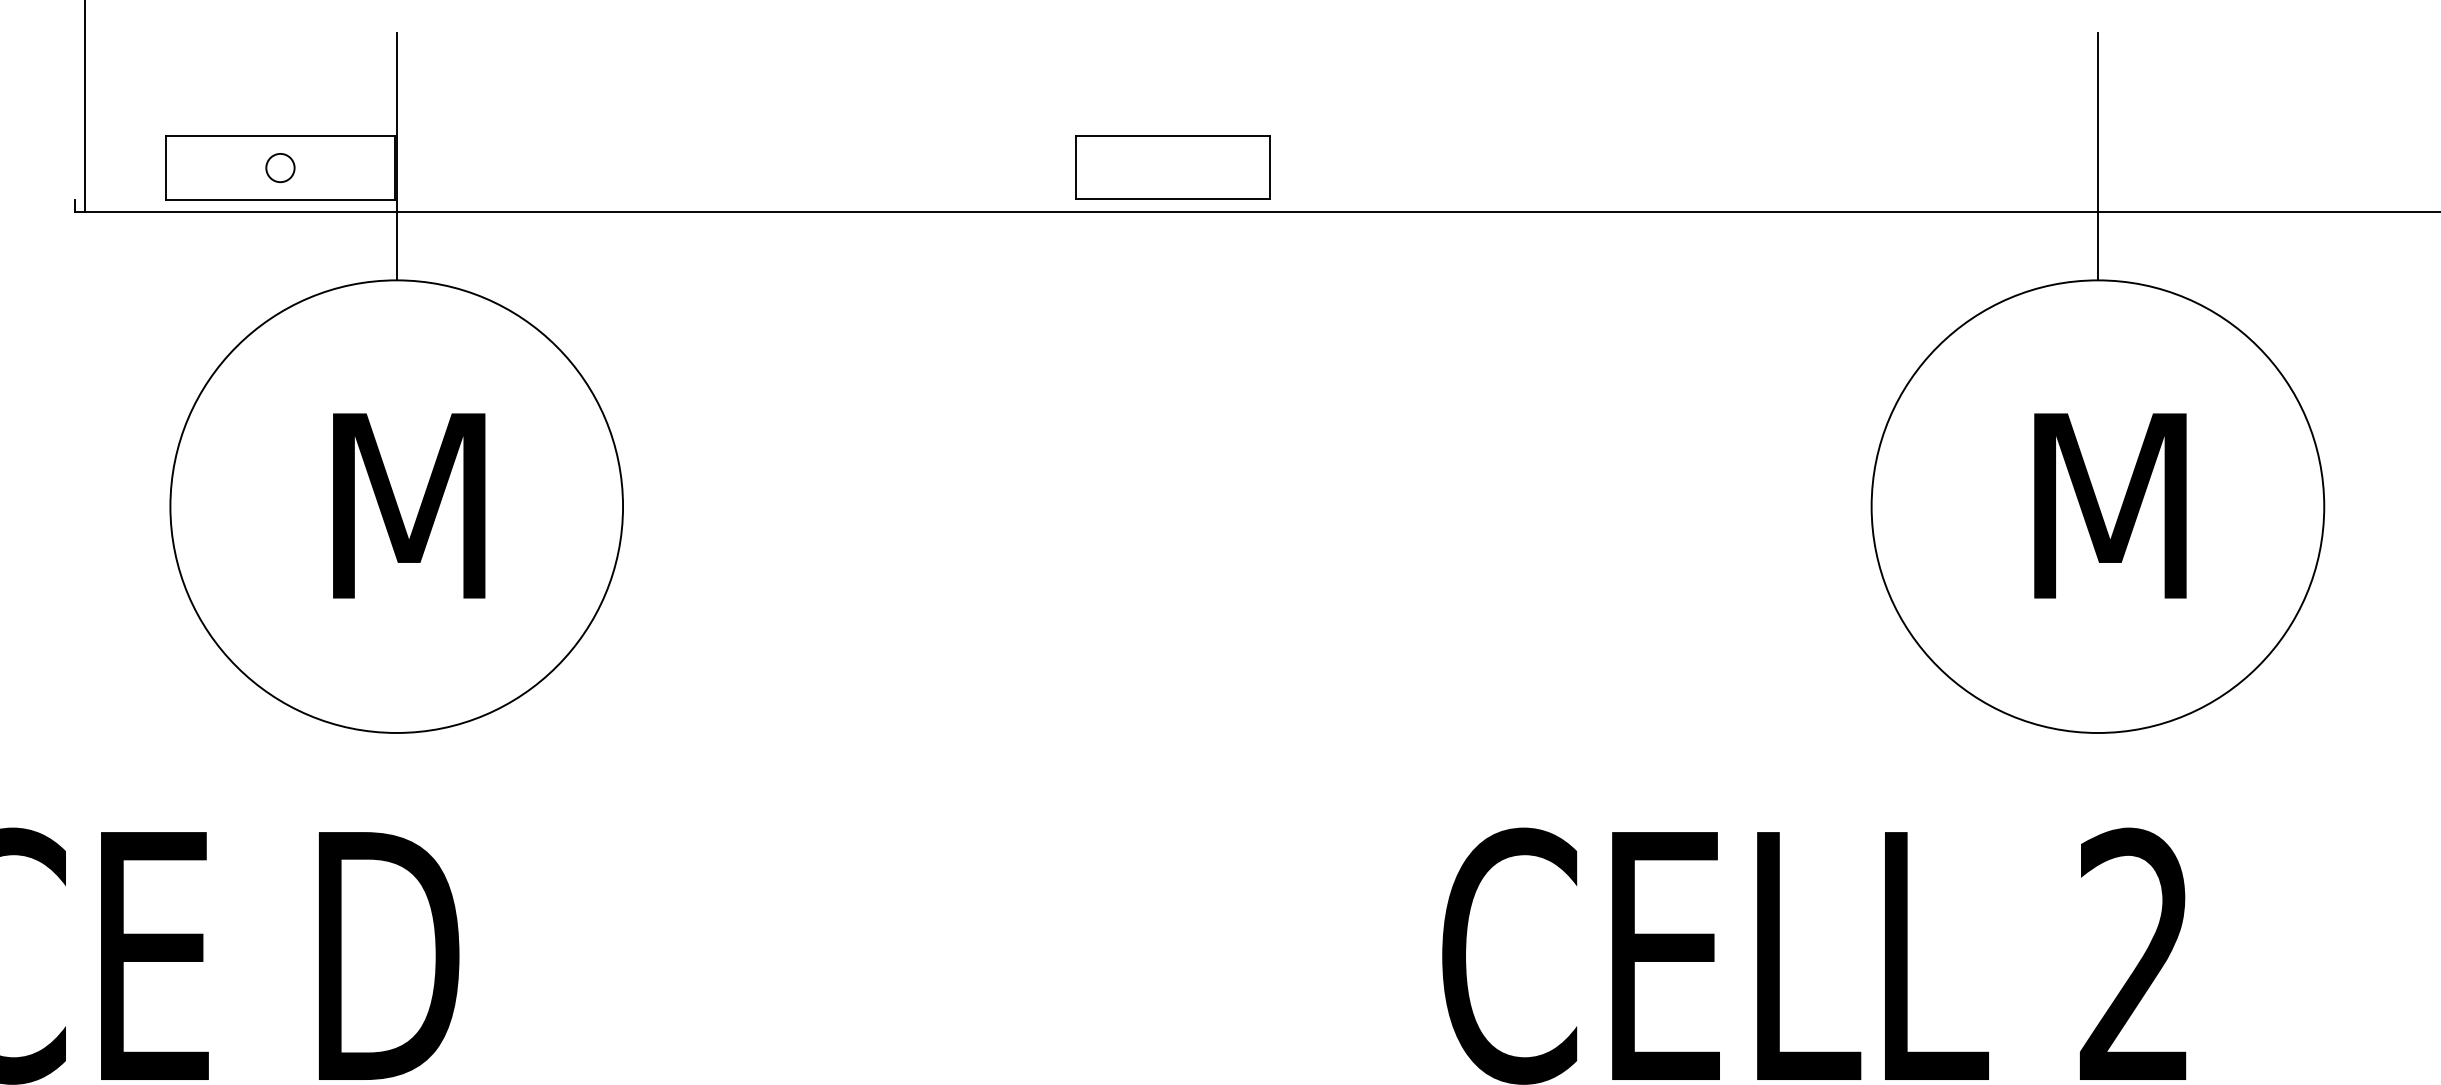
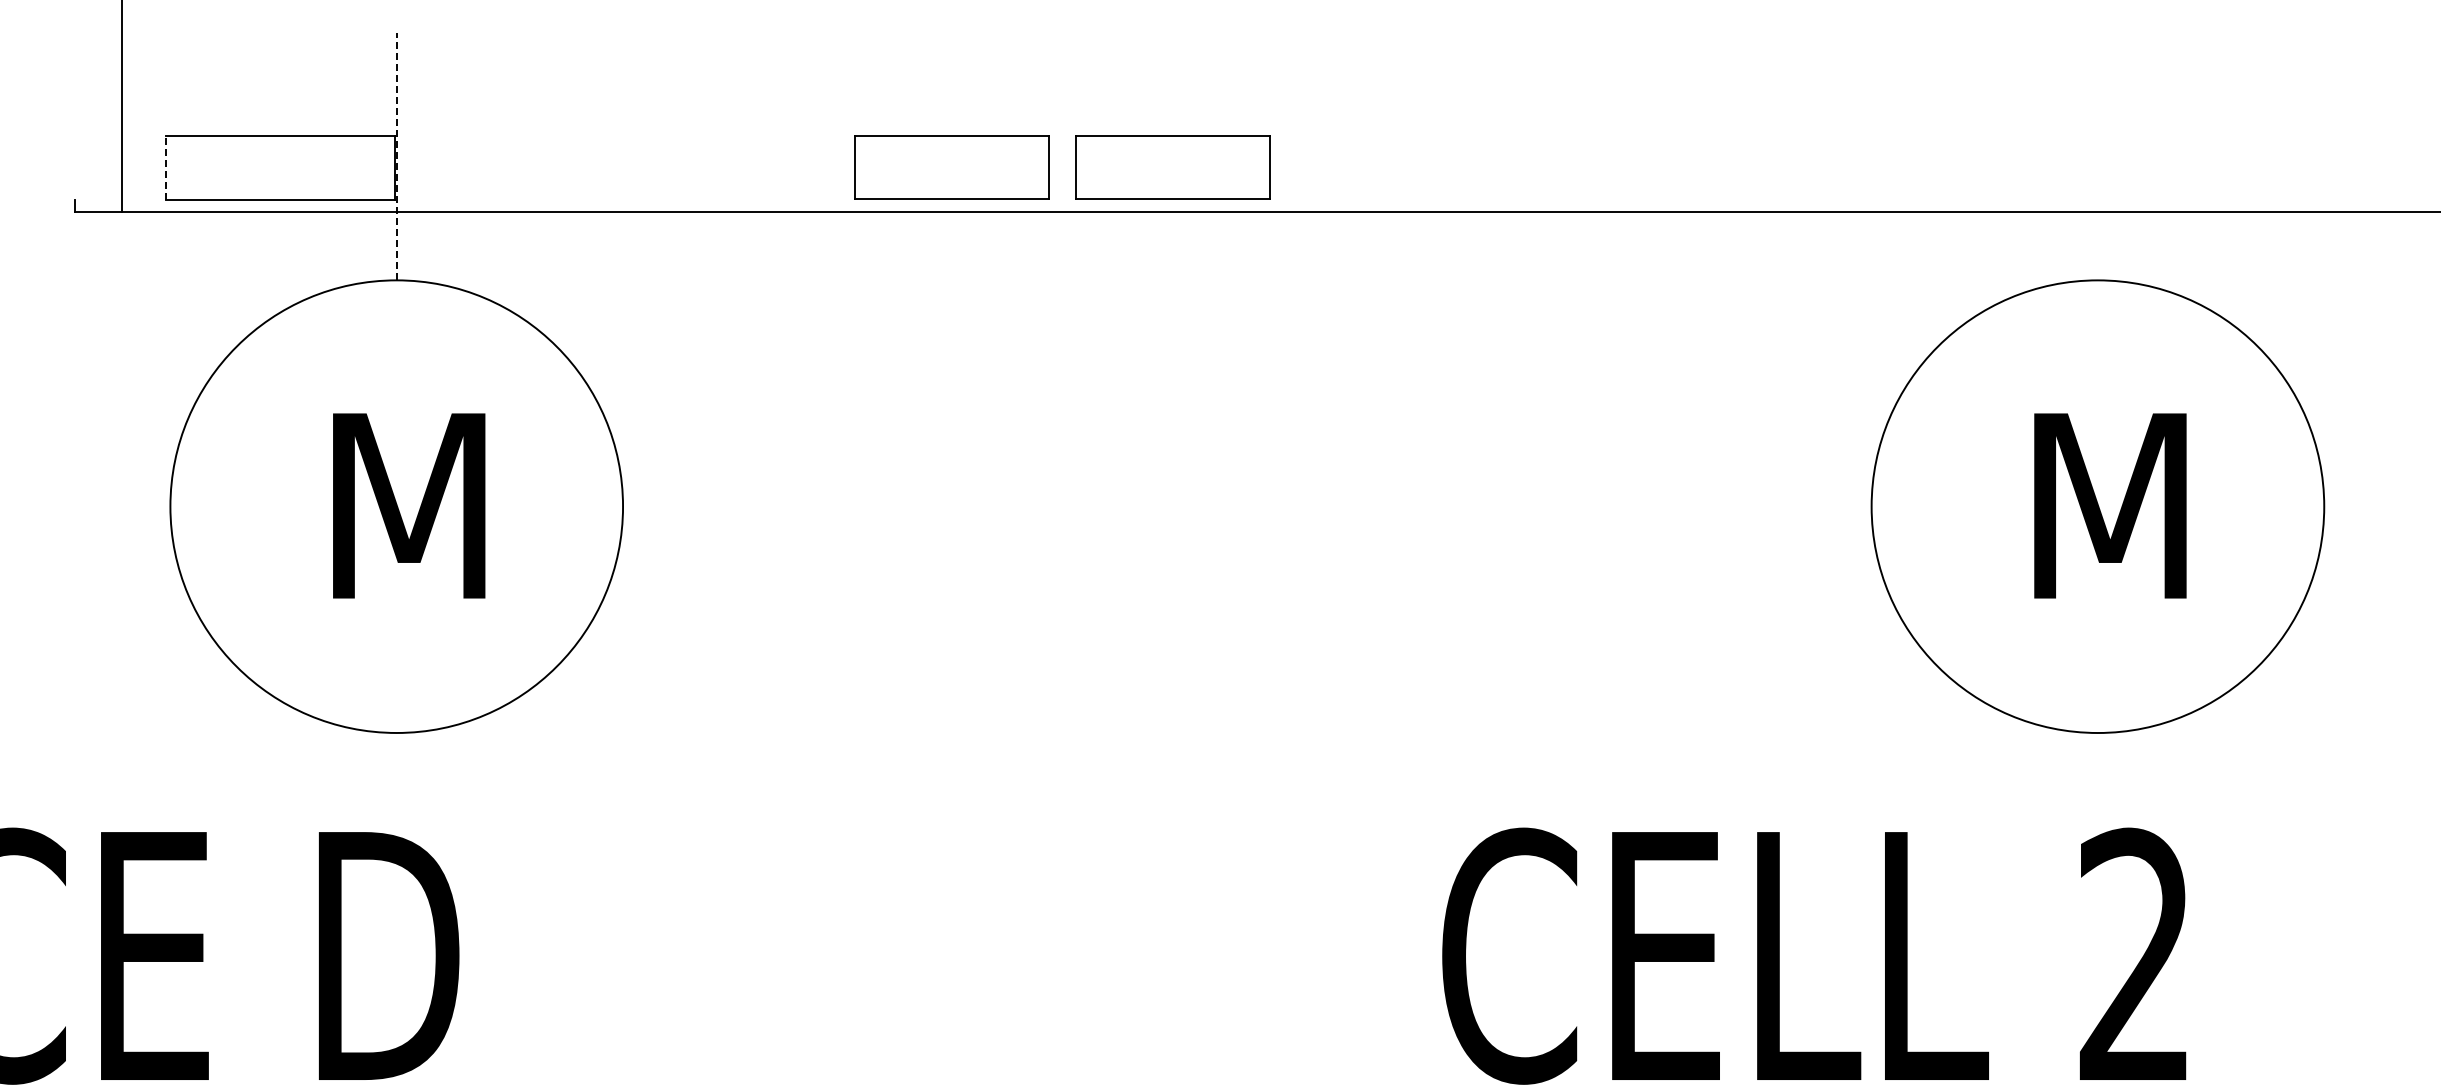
line at (85, 107) position: (85, 107) -> (122, 107)
line at (396, 156): solid -> dashed
line at (2097, 156): present -> none
line at (166, 167): solid -> dashed
part at (951, 167): none -> present
circle at (280, 168): present -> none
